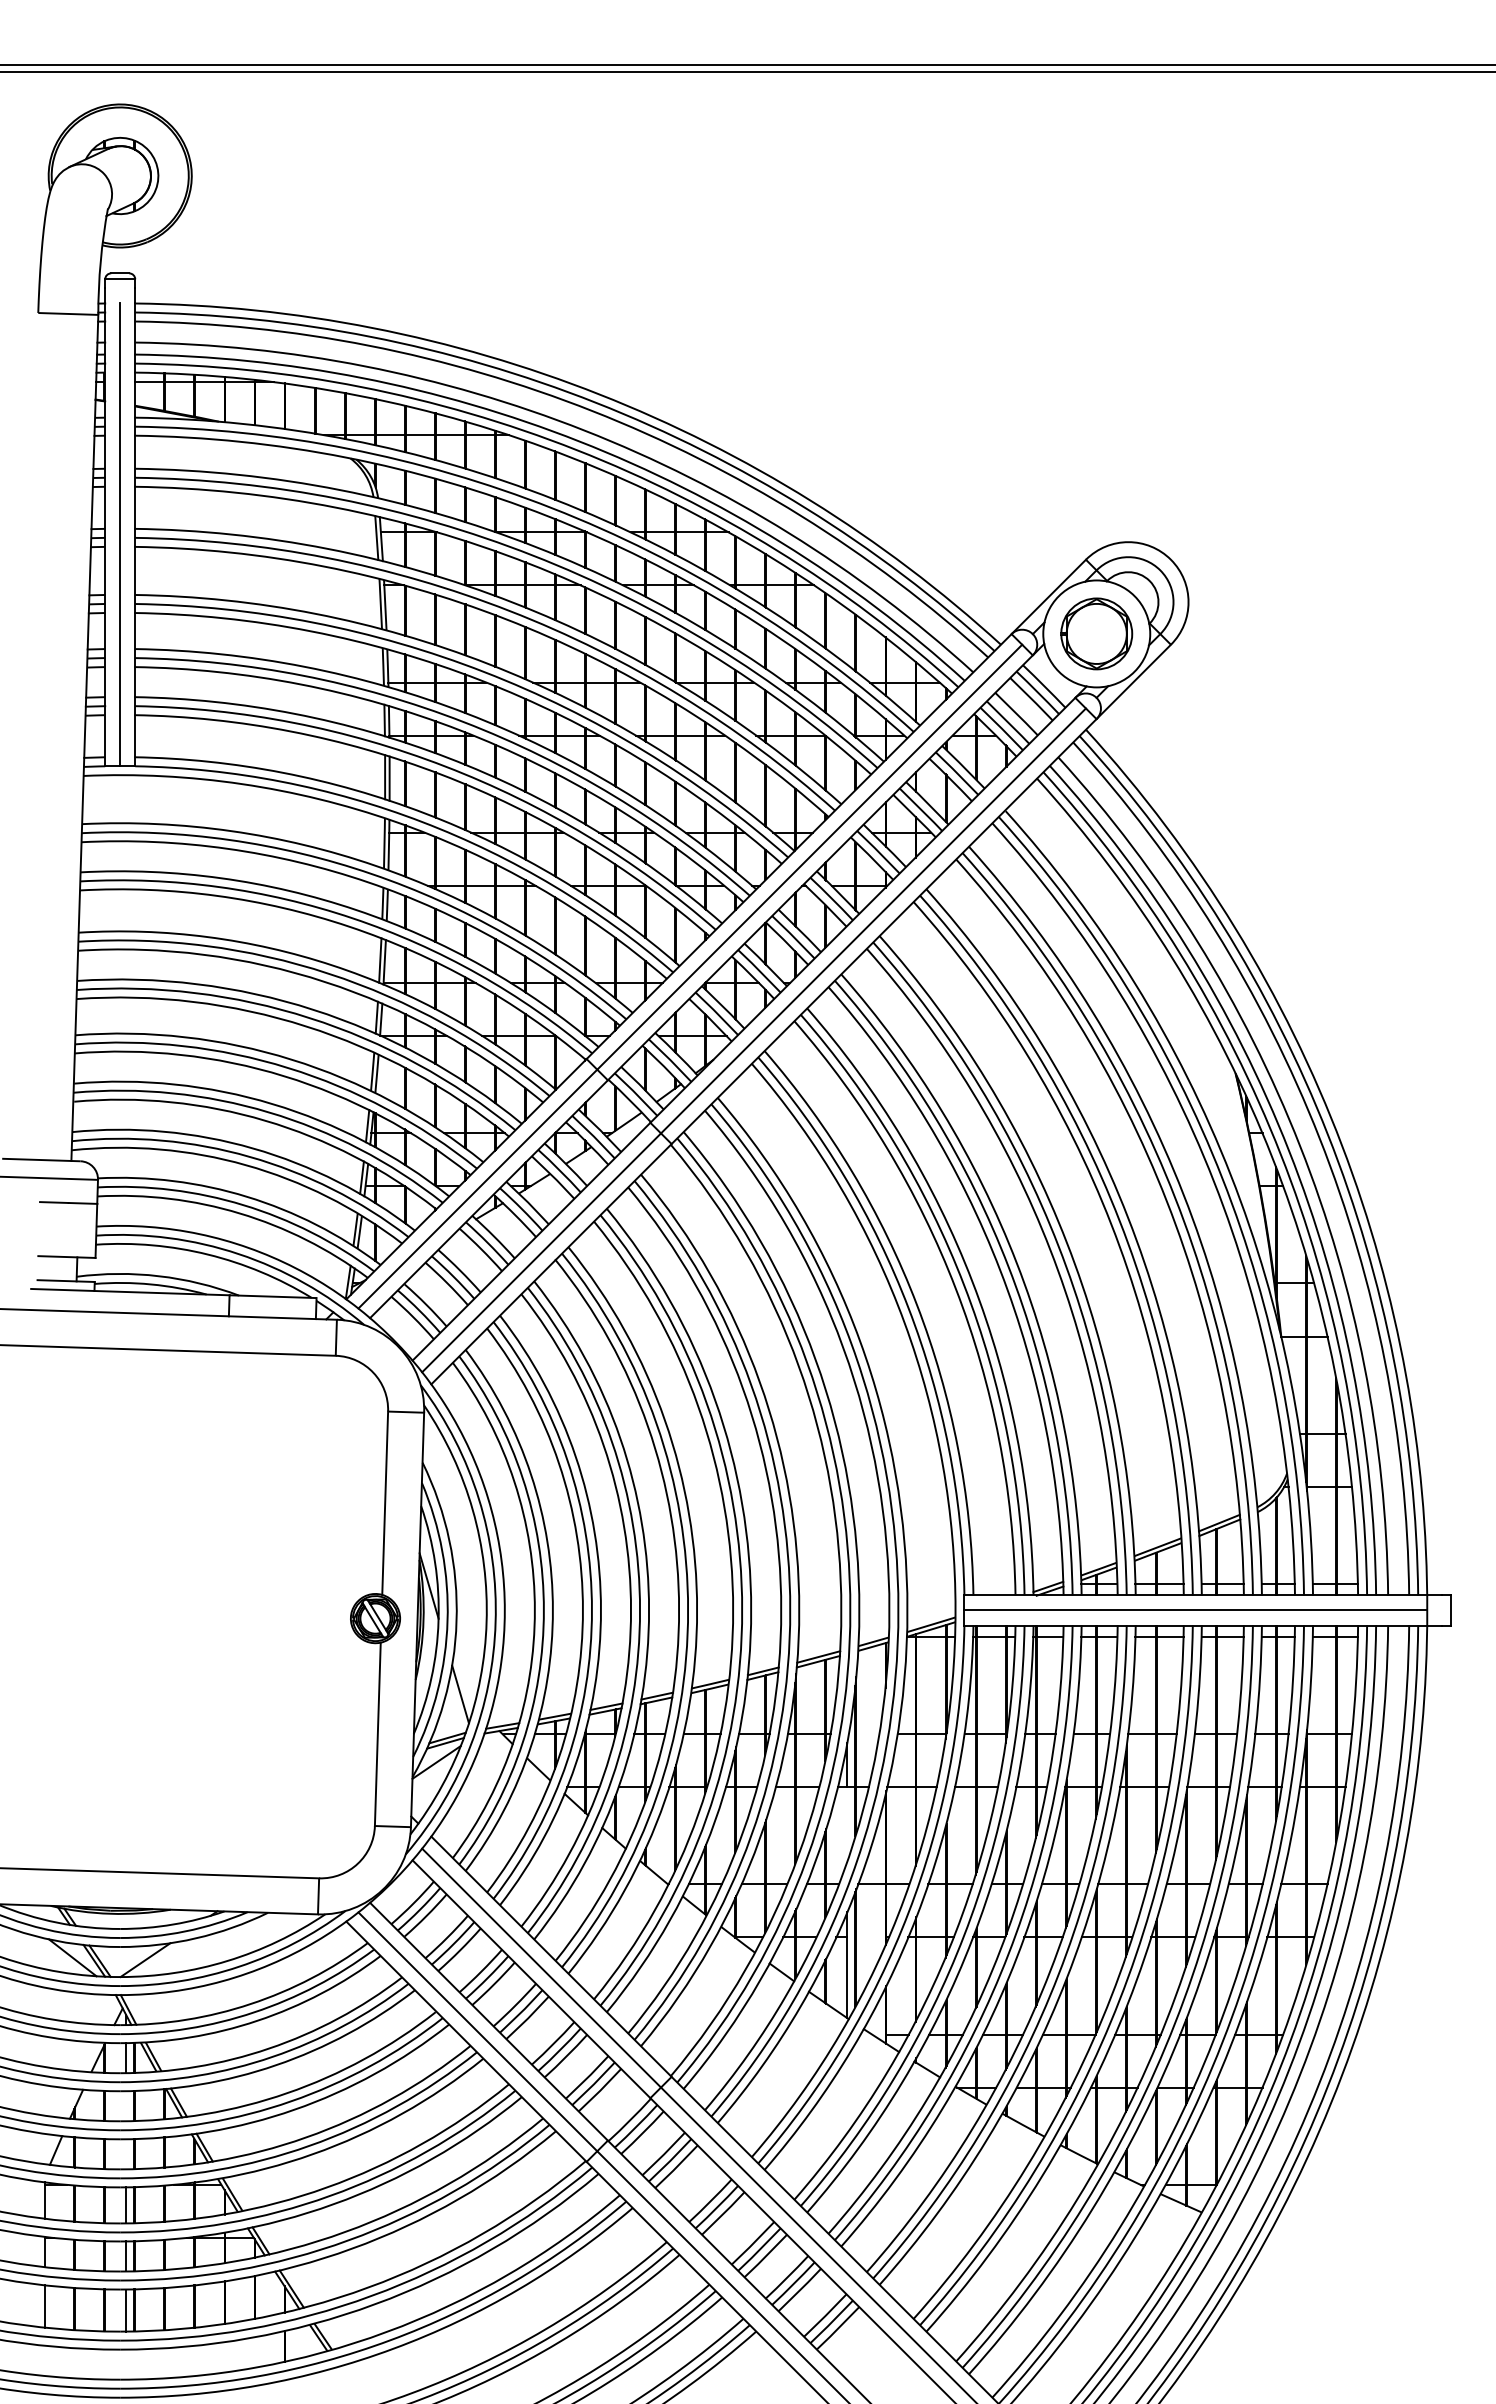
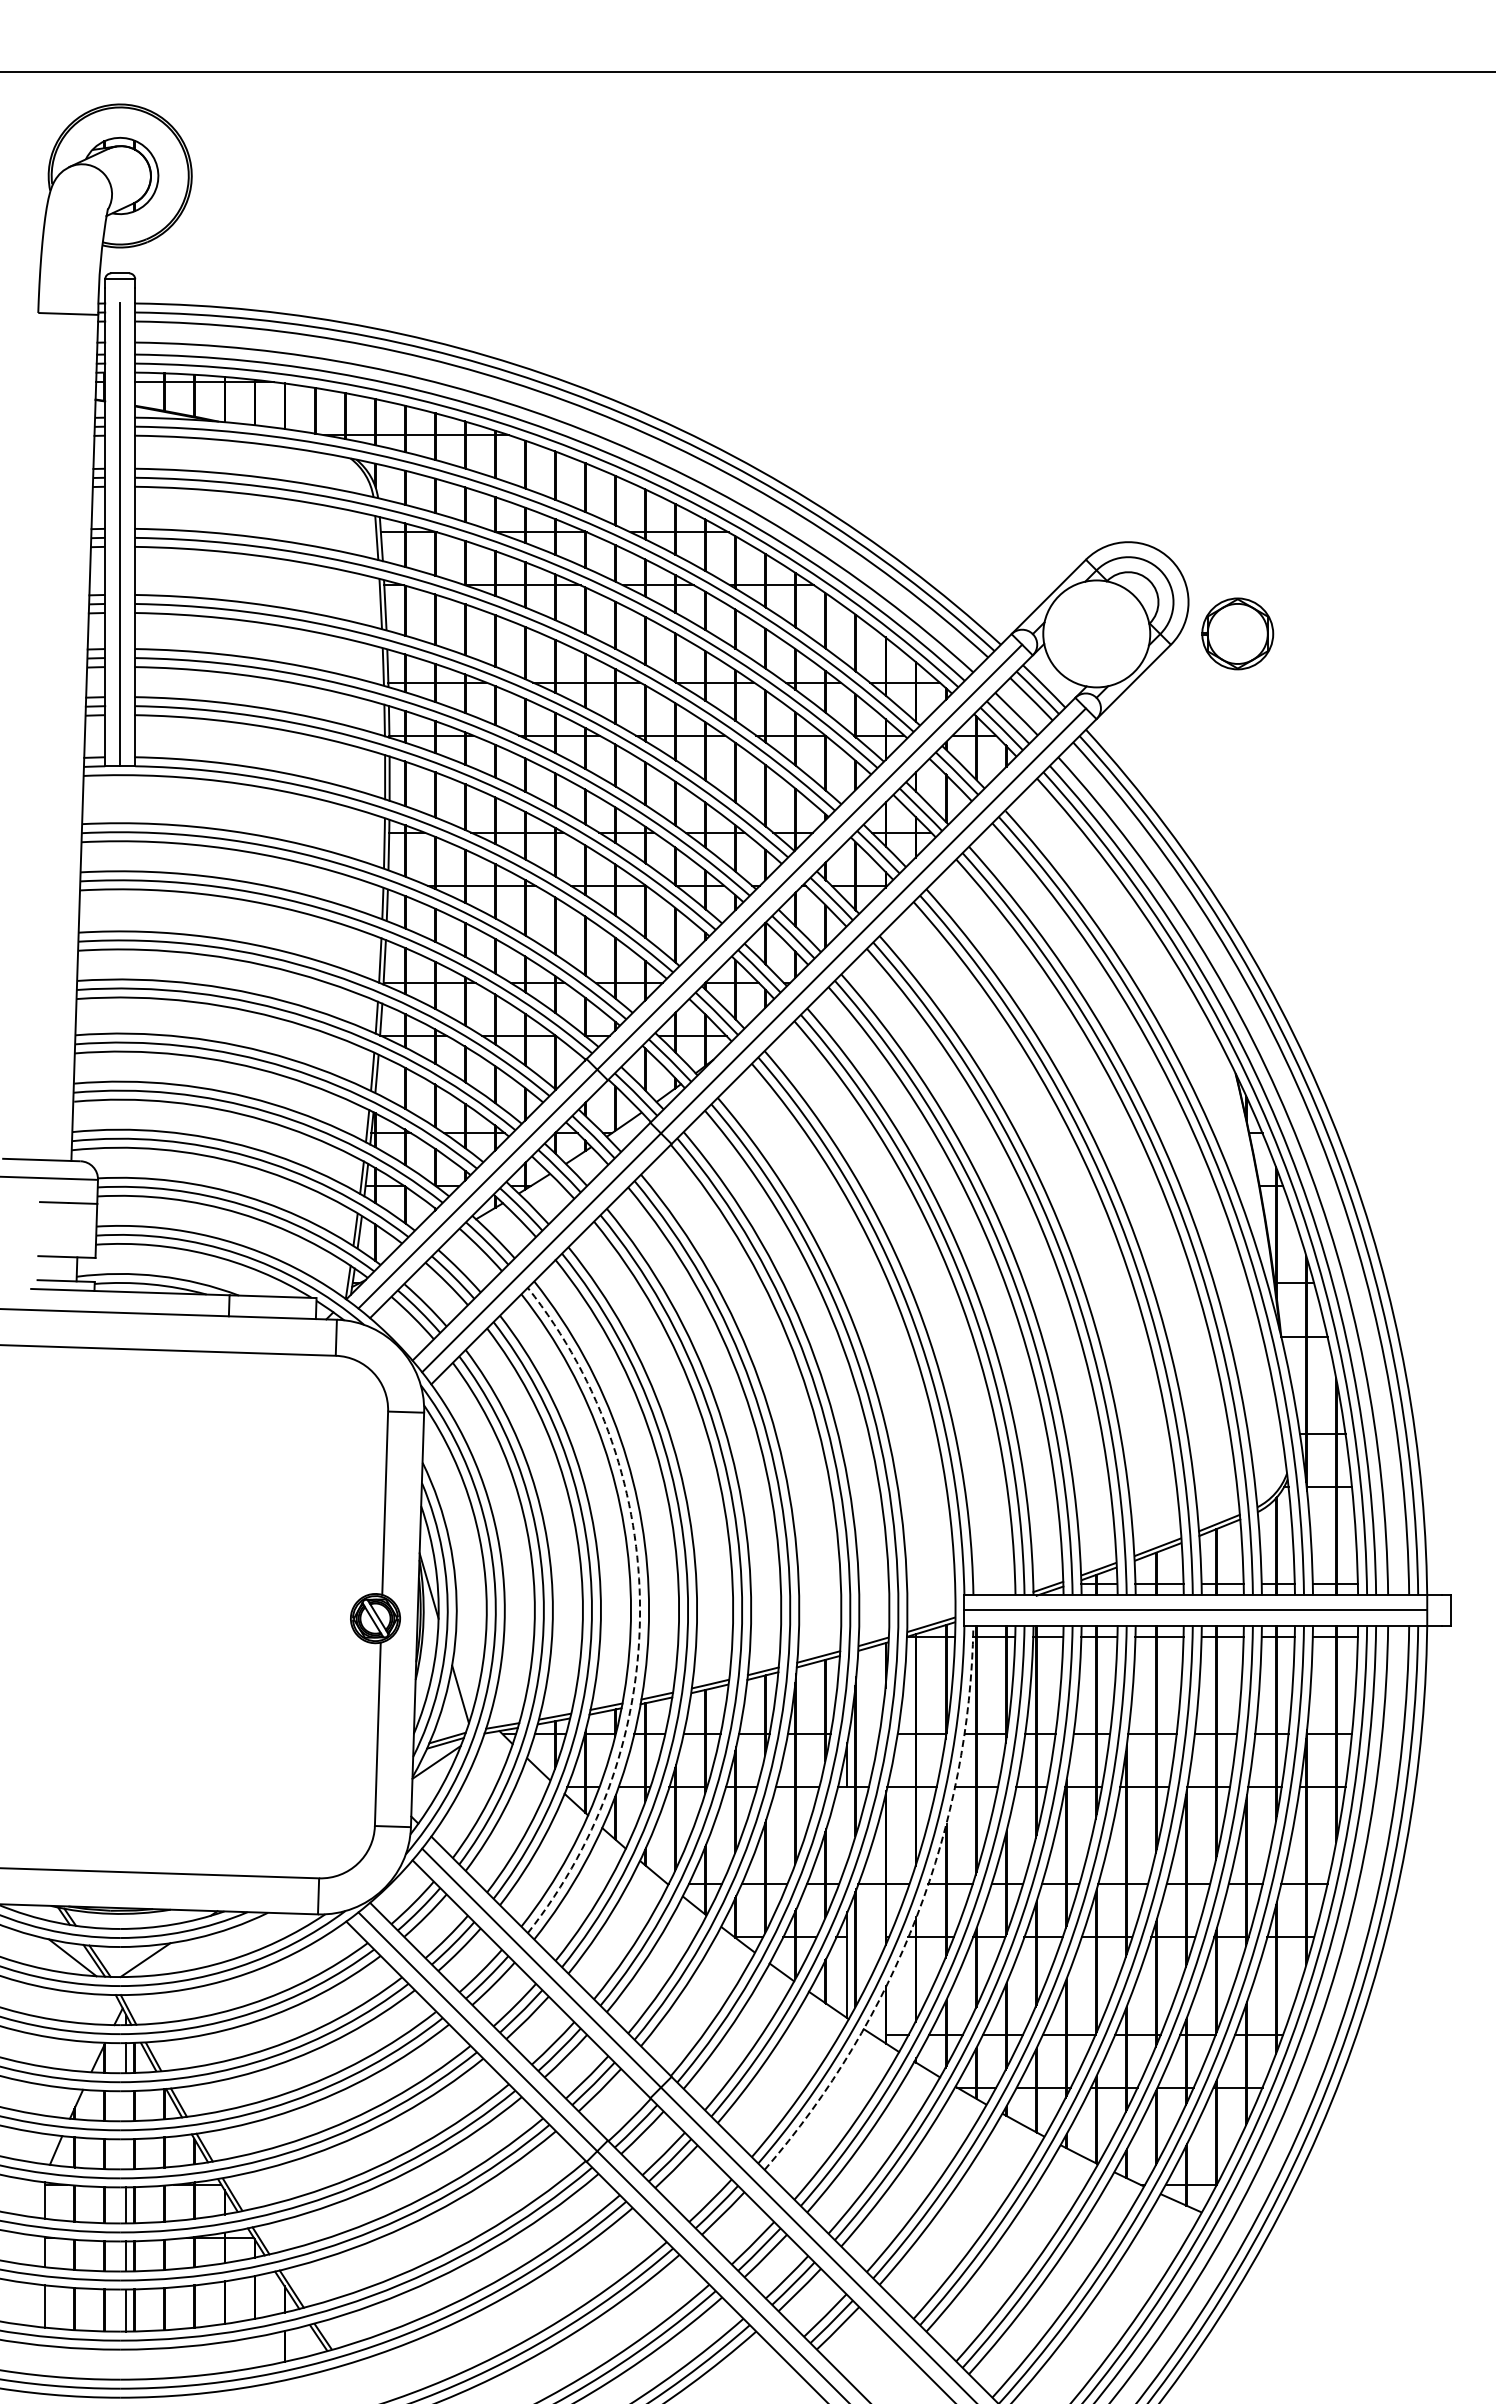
line at (747, 64): present -> none
part at (1096, 633) position: (1096, 633) -> (1237, 633)
arc at (640, 1610): solid -> dashed
arc at (916, 1916): solid -> dashed
